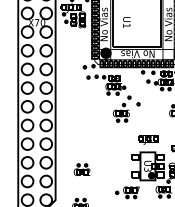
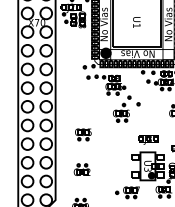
text at (126, 22) position: (126, 22) -> (136, 22)
part at (83, 134): none -> present
